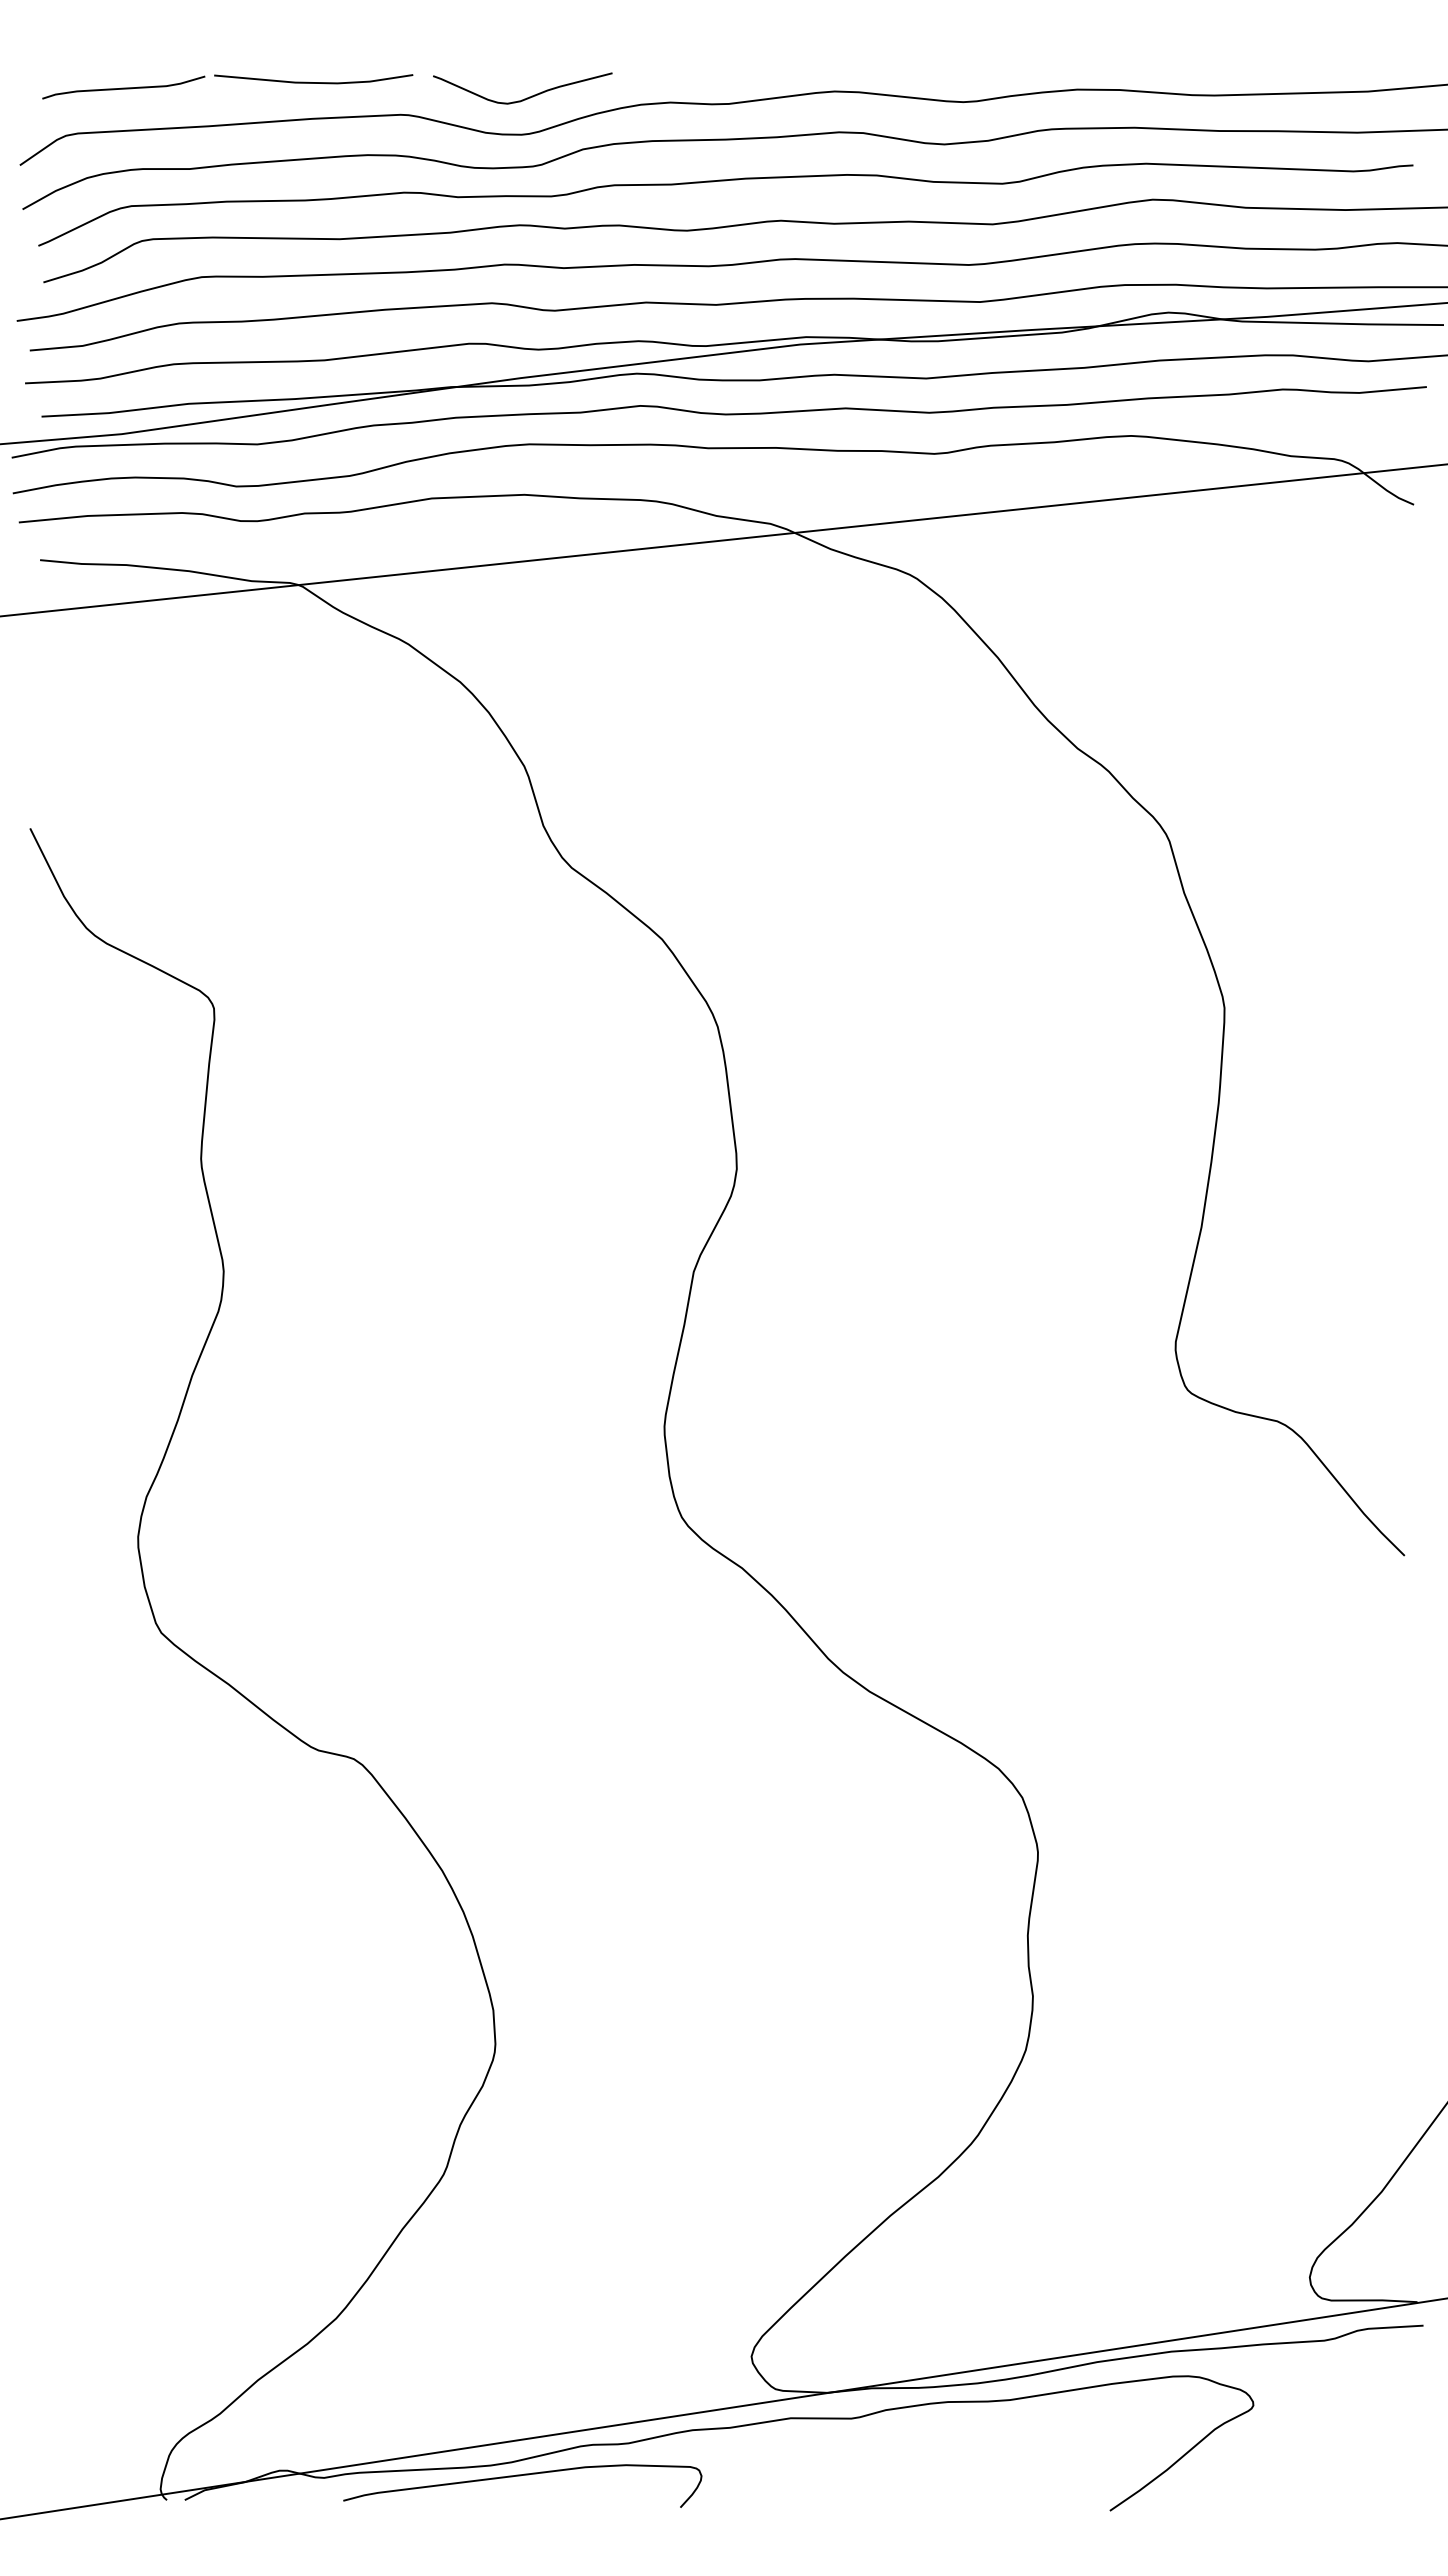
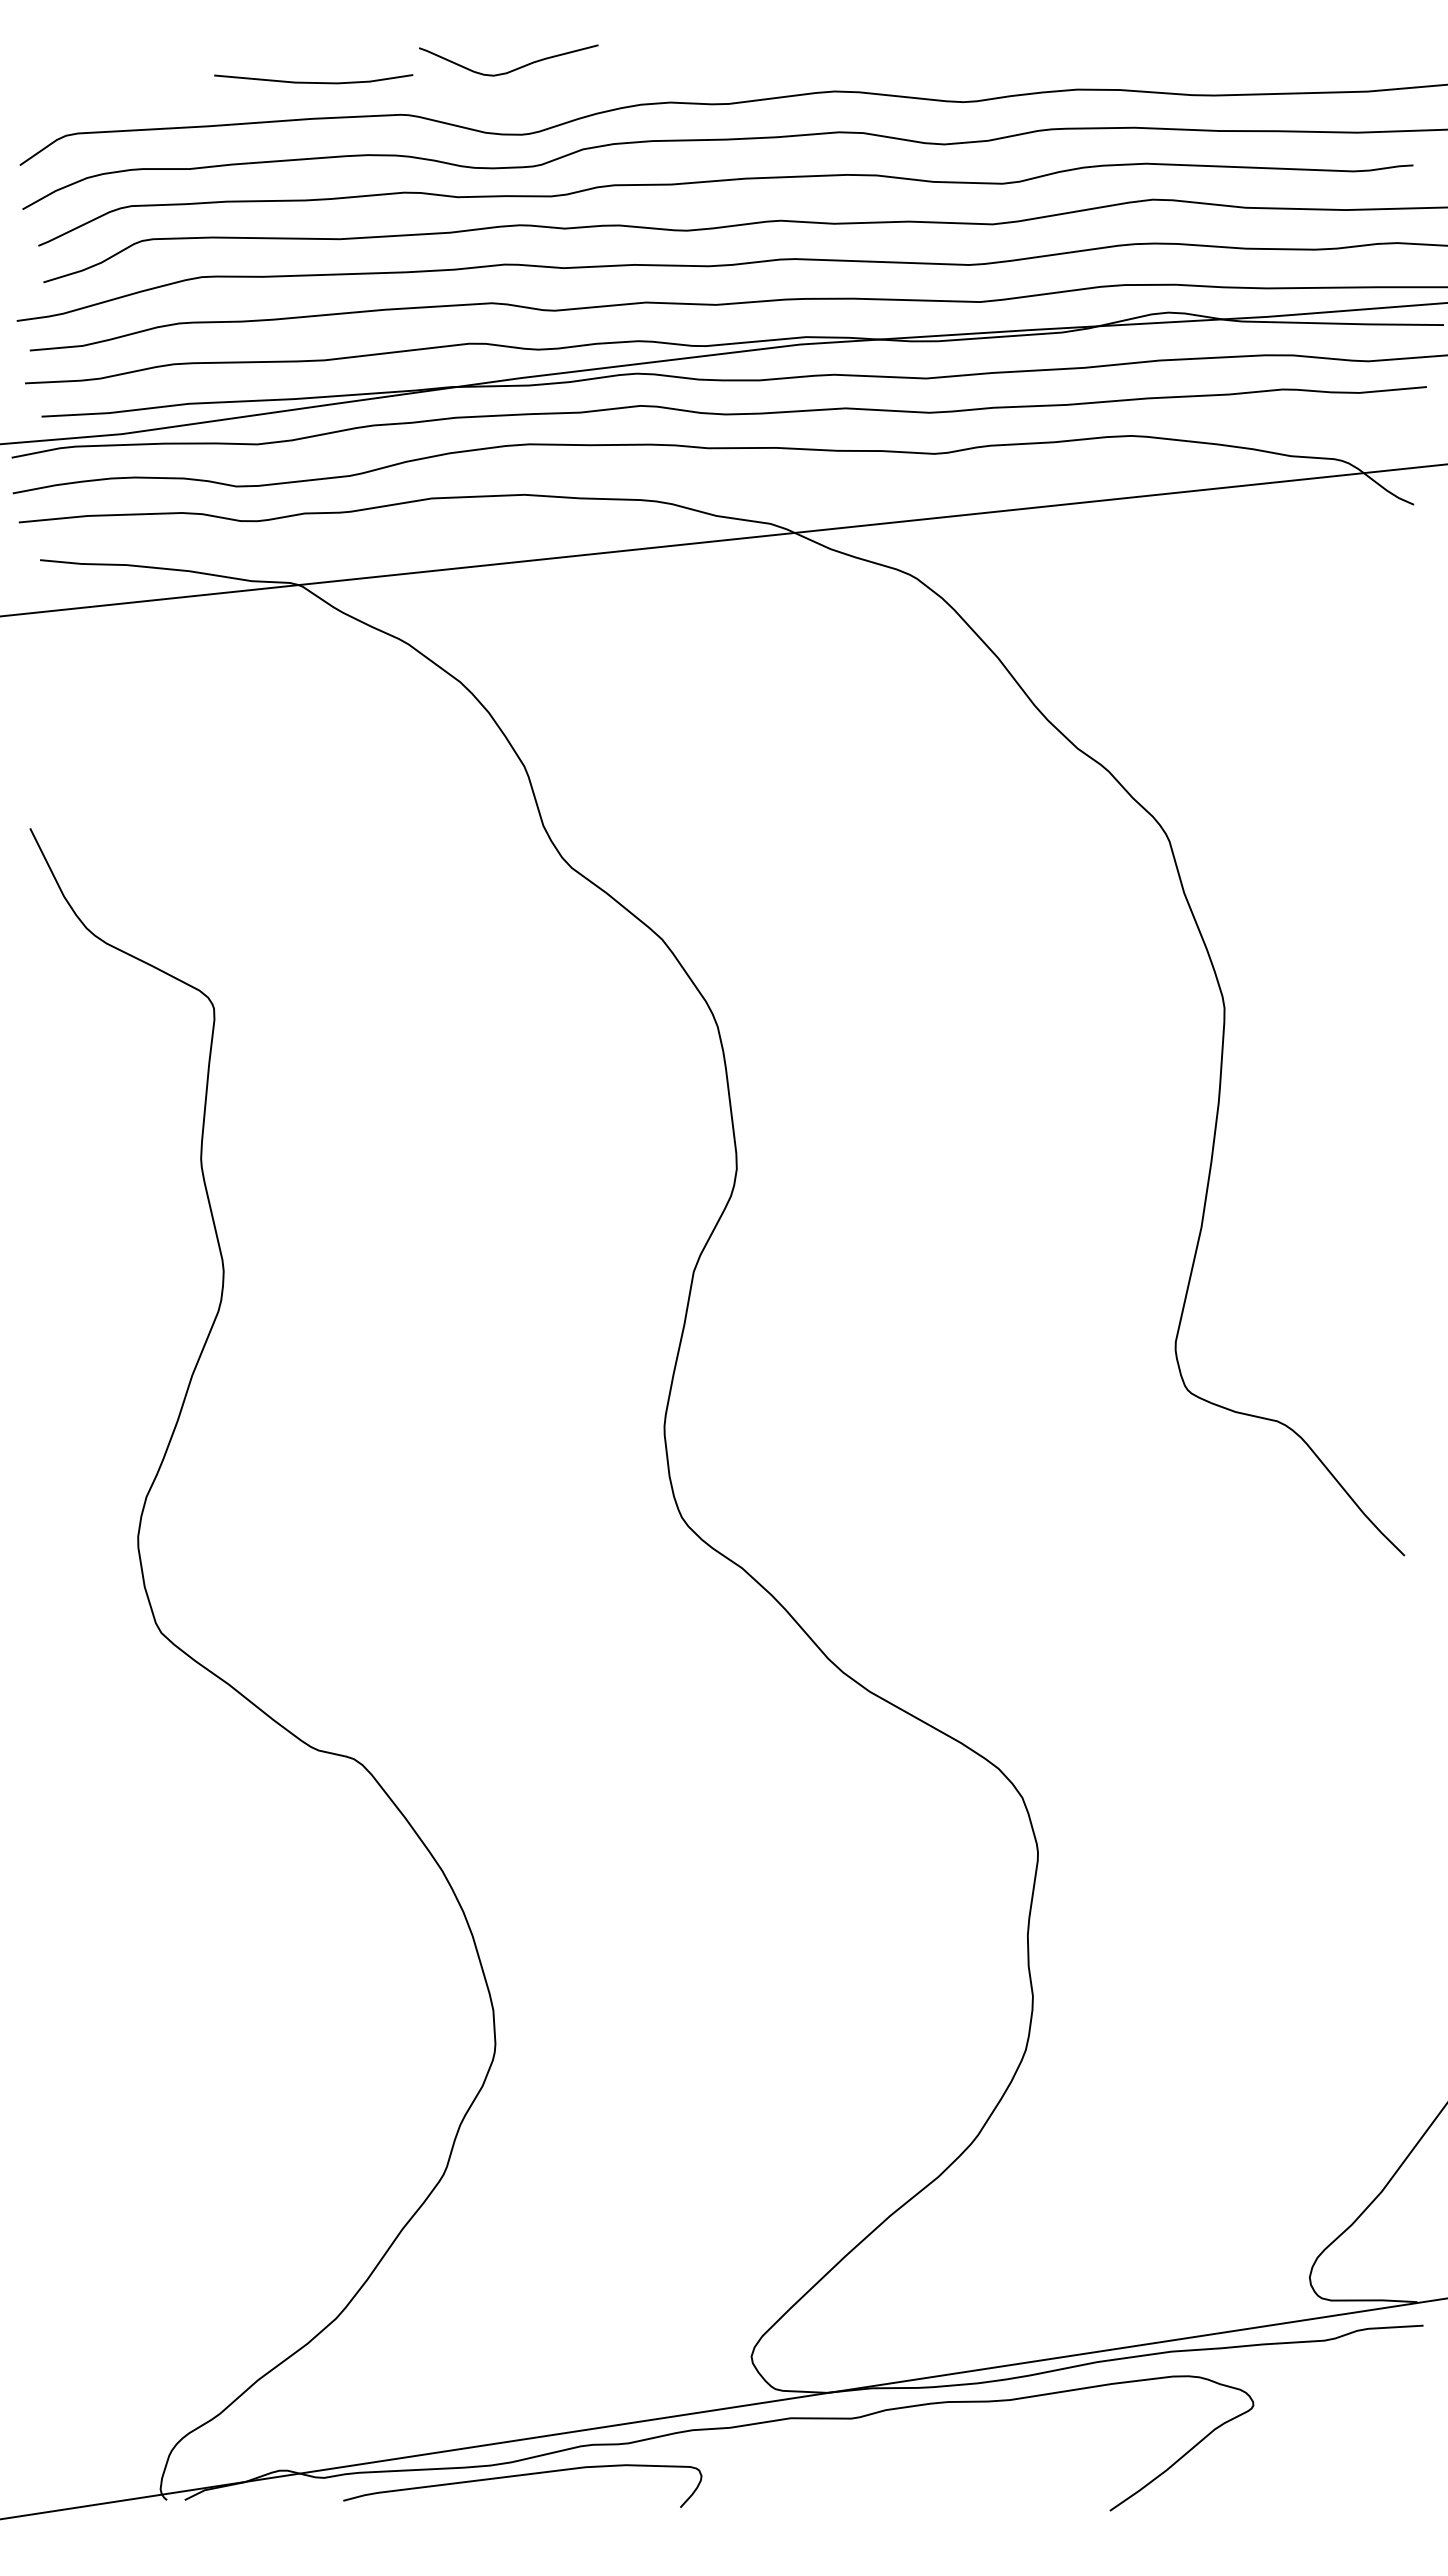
curve at (123, 87): present -> none
curve at (526, 97) position: (526, 97) -> (512, 69)
